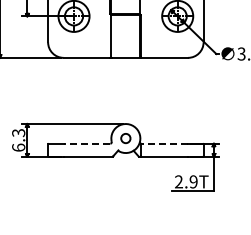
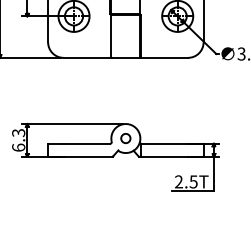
line at (86, 143): dashed -> solid
line at (164, 143): dashed -> solid
text at (193, 181): 2.9T -> 2.5T
